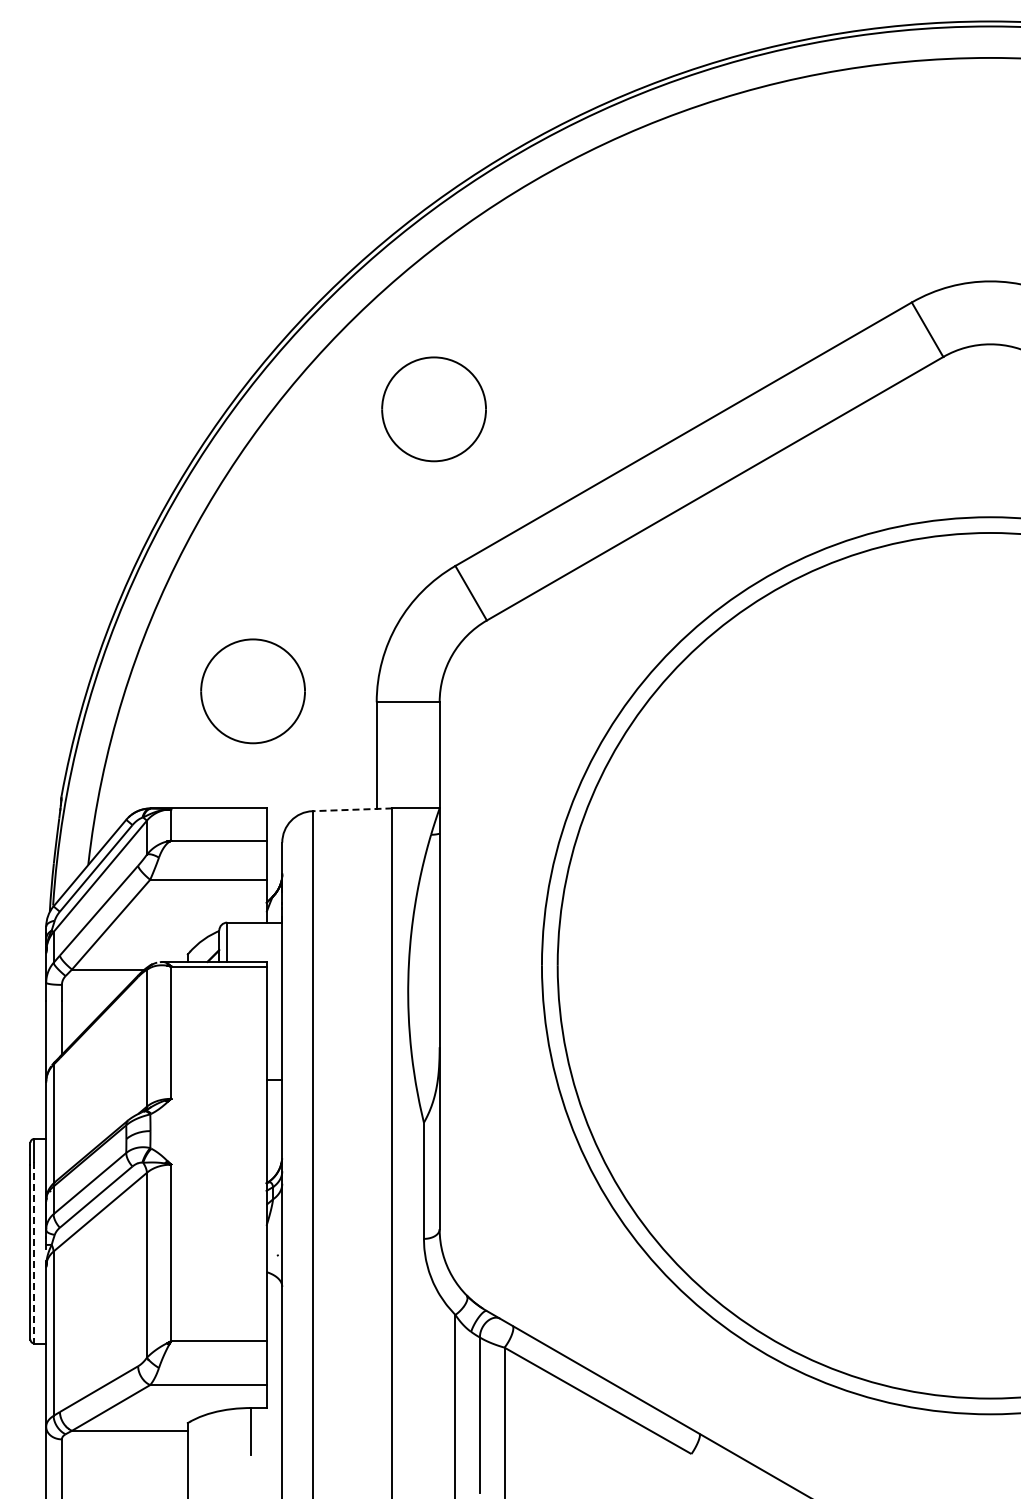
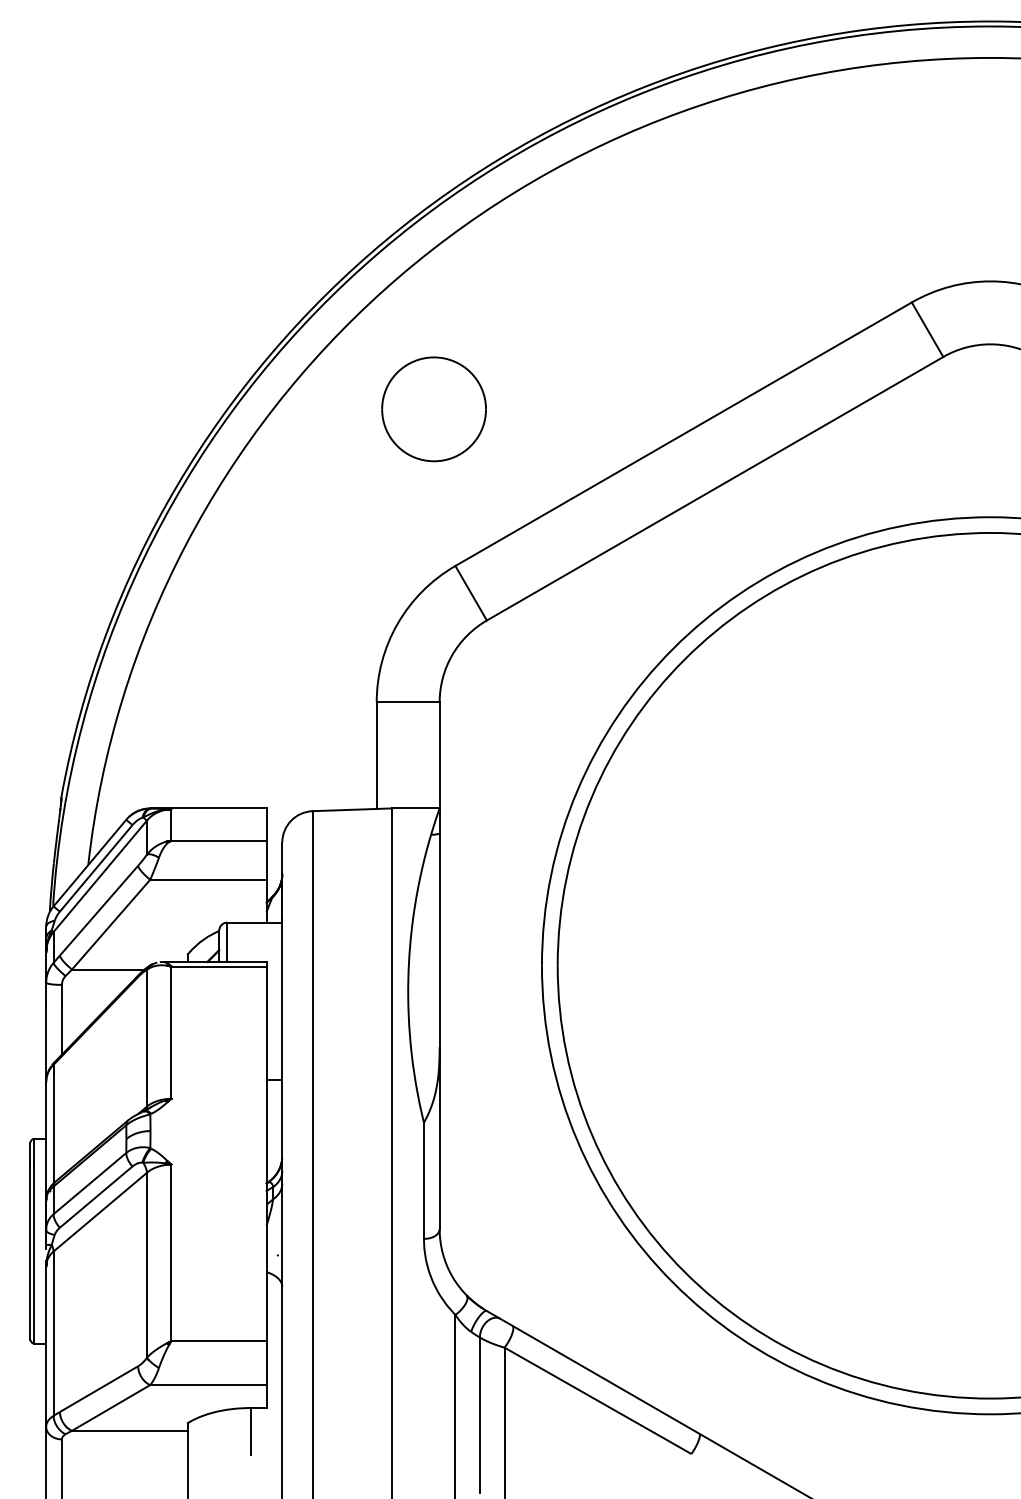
part at (252, 691): present -> none
line at (352, 809): dashed -> solid
line at (34, 1252): dashed -> solid
